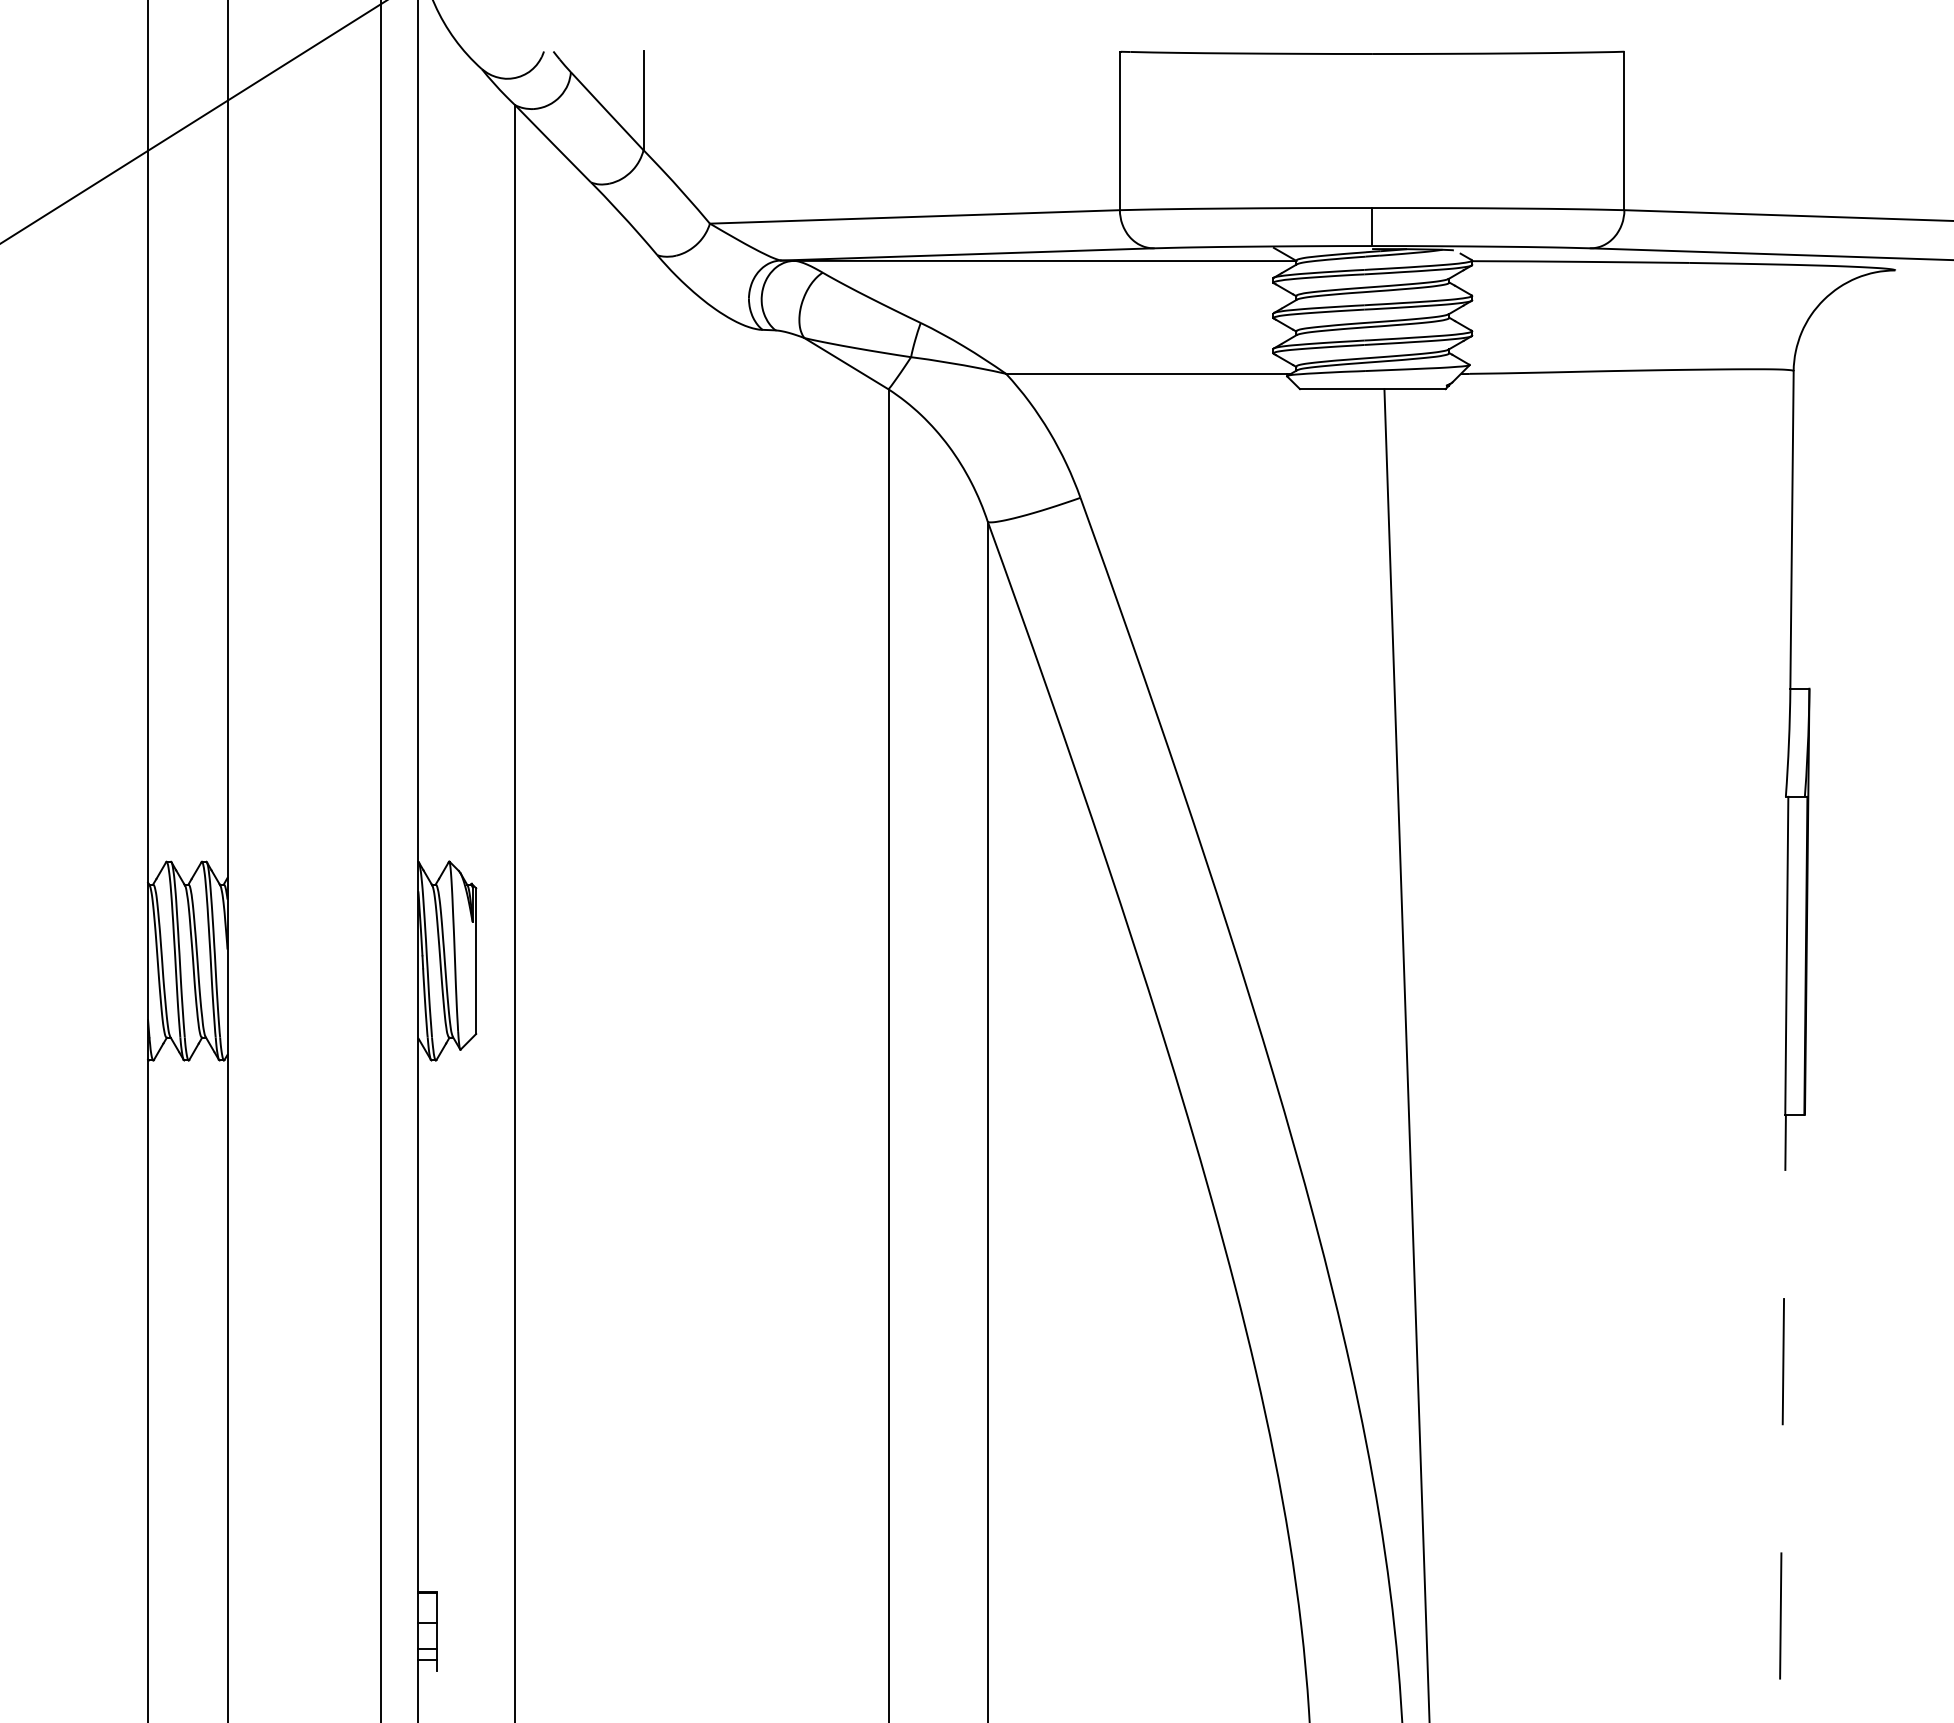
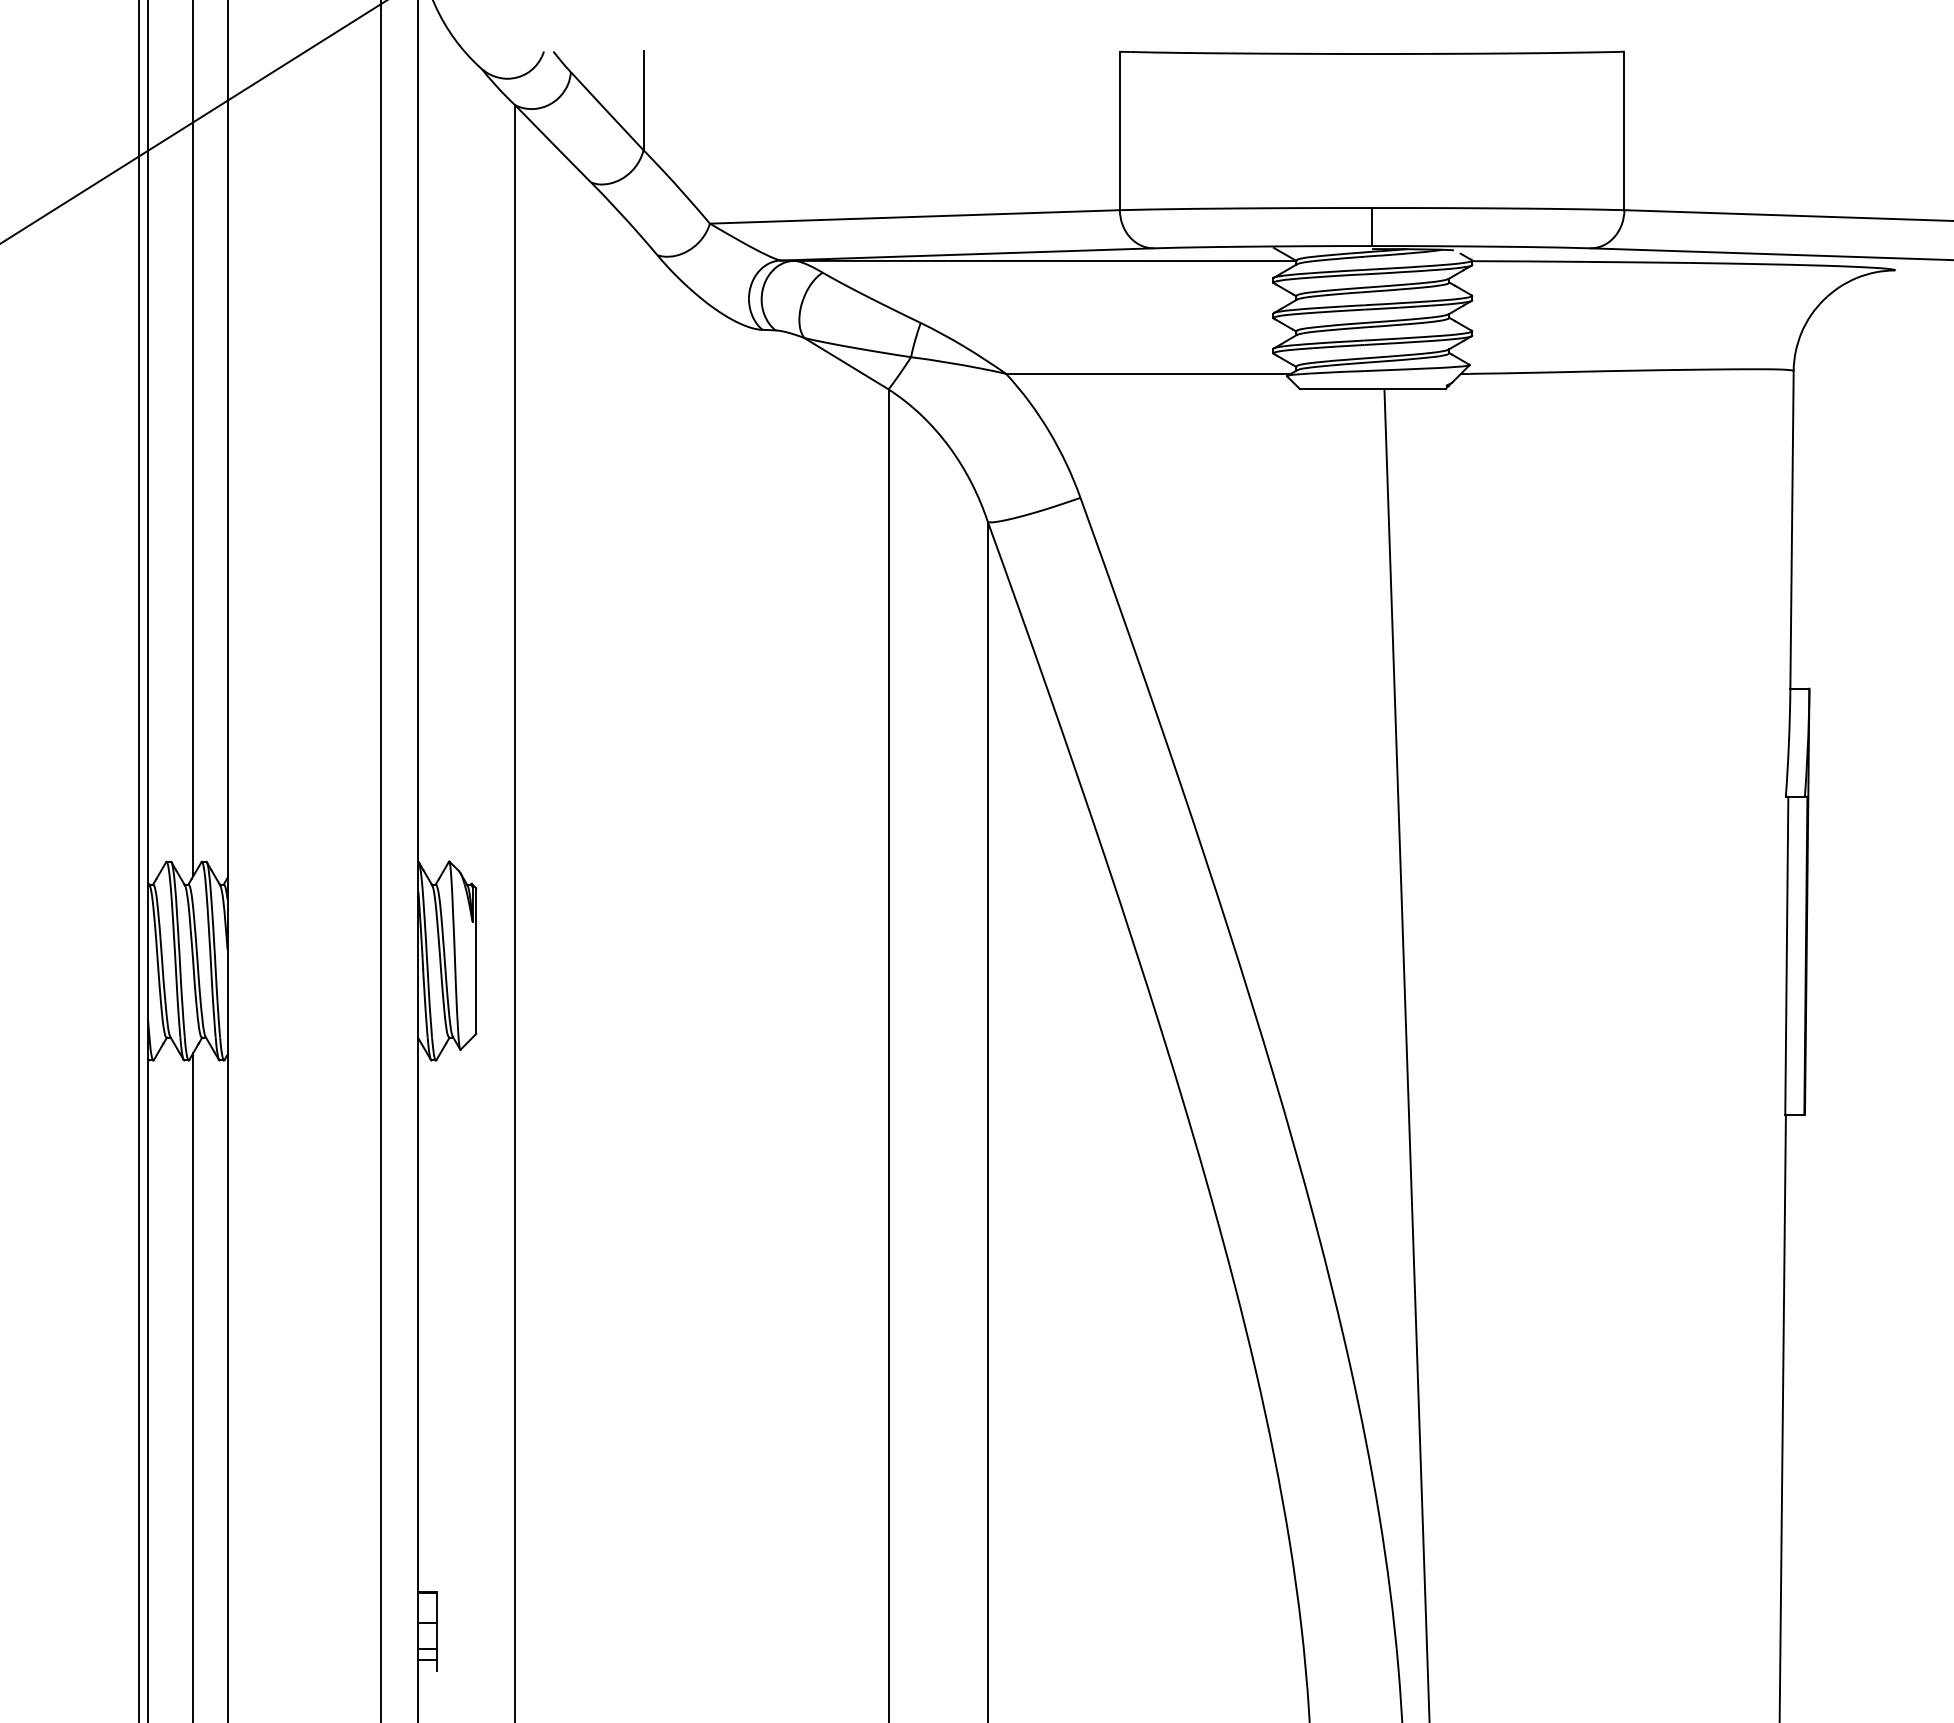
line at (193, 439): none -> present
line at (138, 860): none -> present
line at (193, 1386): none -> present
line at (1782, 1418): dashed -> solid
